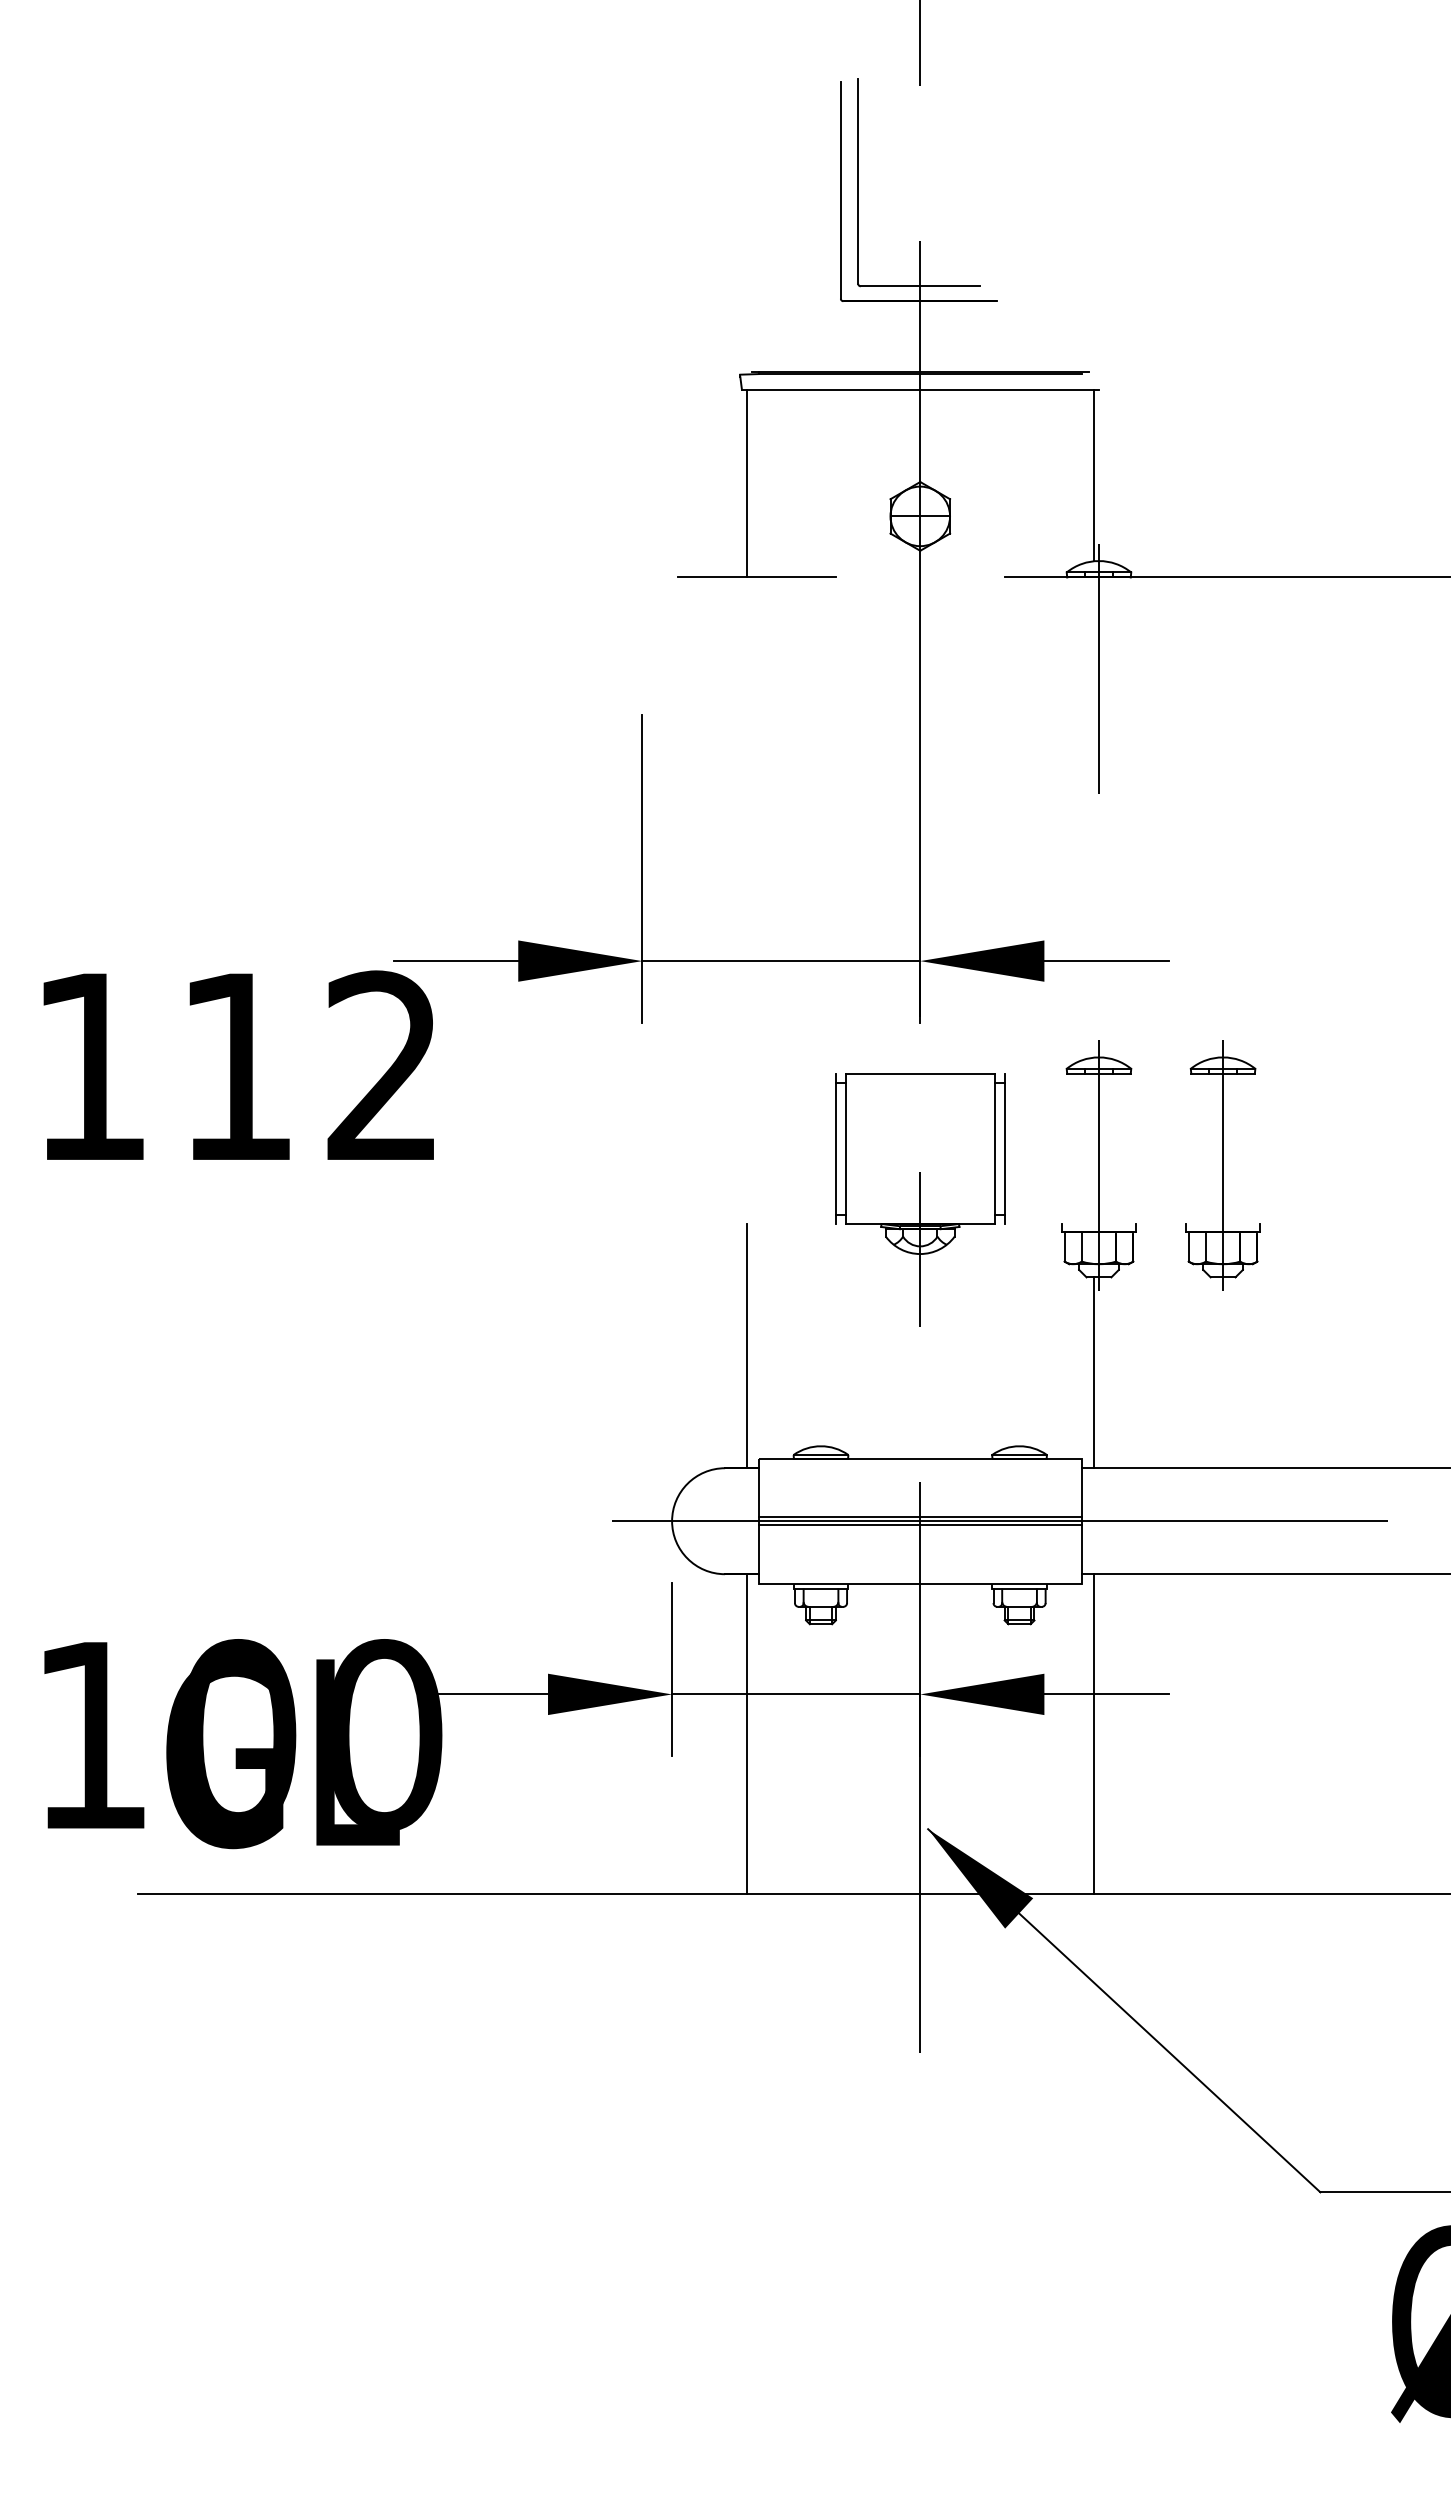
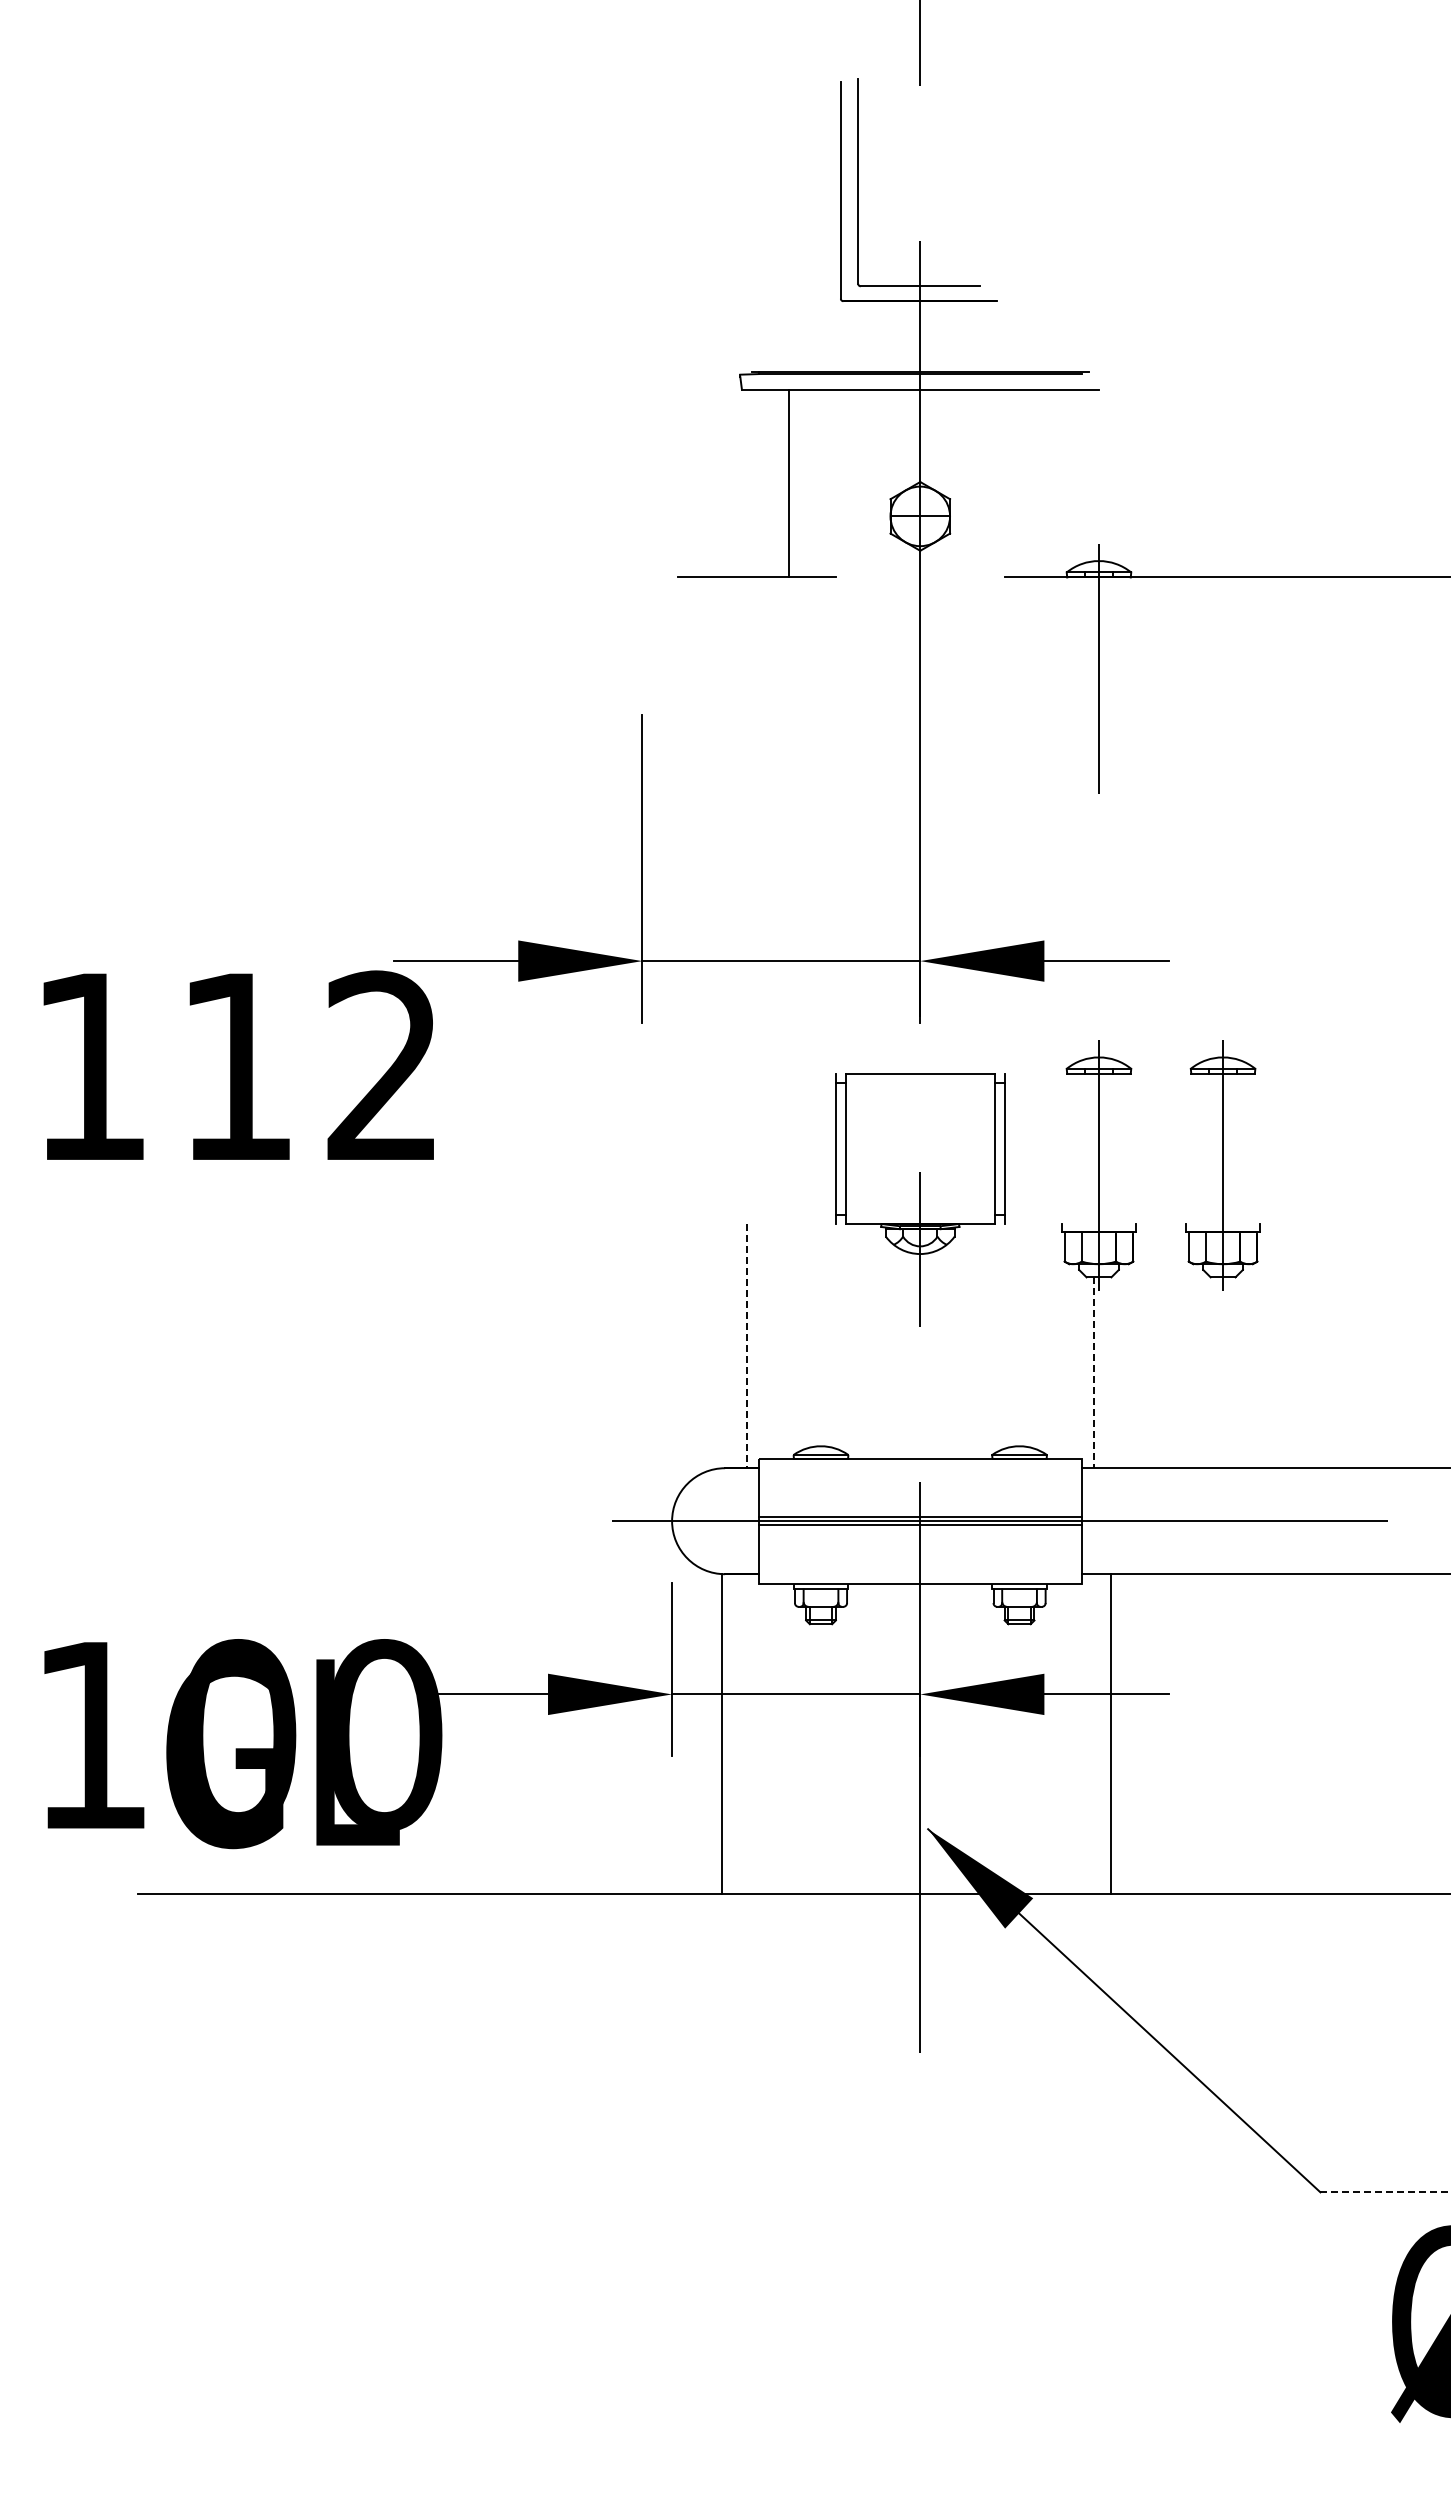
line at (1093, 475): present -> none
line at (746, 483) position: (746, 483) -> (788, 483)
line at (746, 1346): solid -> dashed
line at (1093, 1373): solid -> dashed
line at (746, 1733) position: (746, 1733) -> (721, 1733)
line at (1093, 1733) position: (1093, 1733) -> (1110, 1733)
line at (1385, 2192): solid -> dashed
